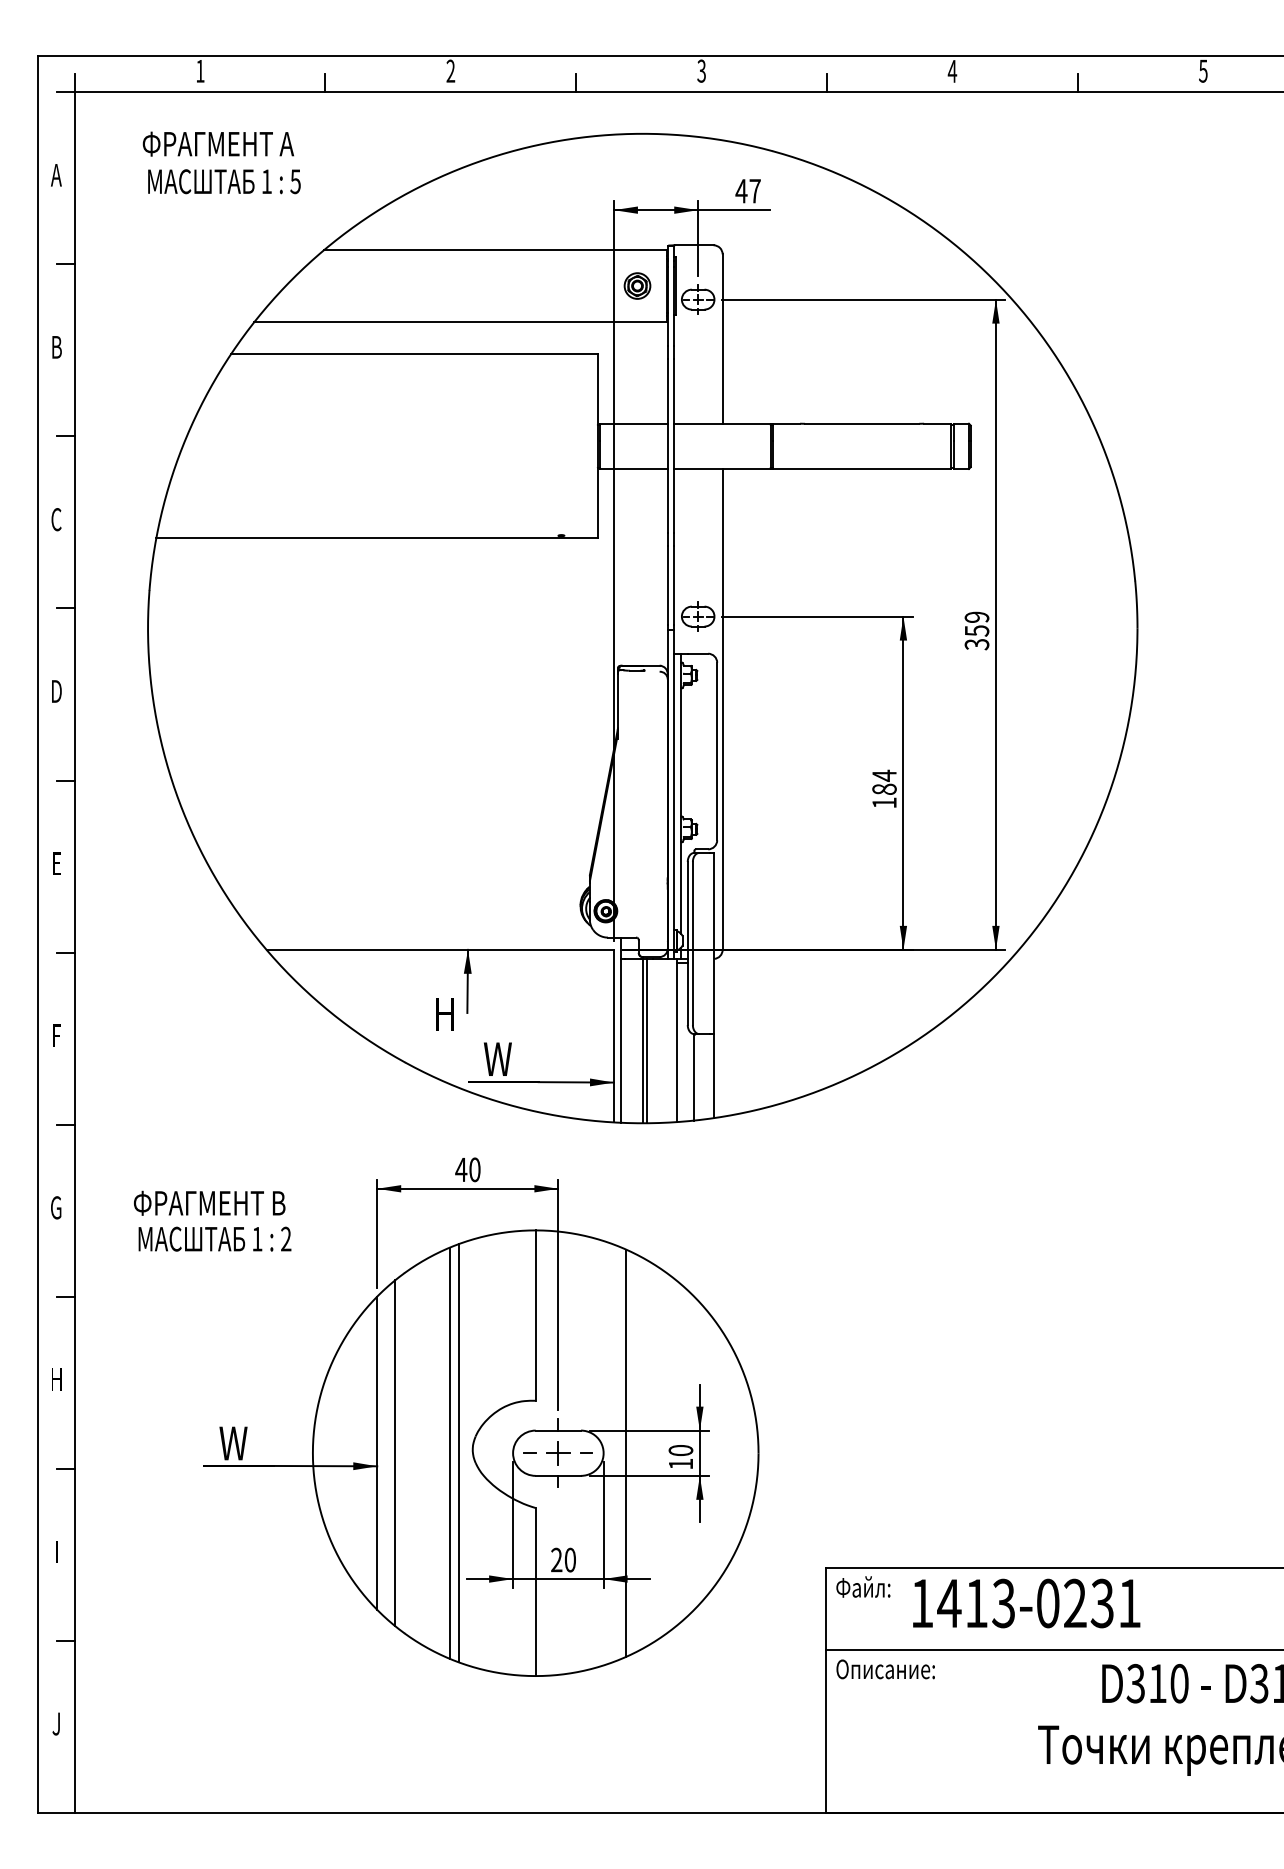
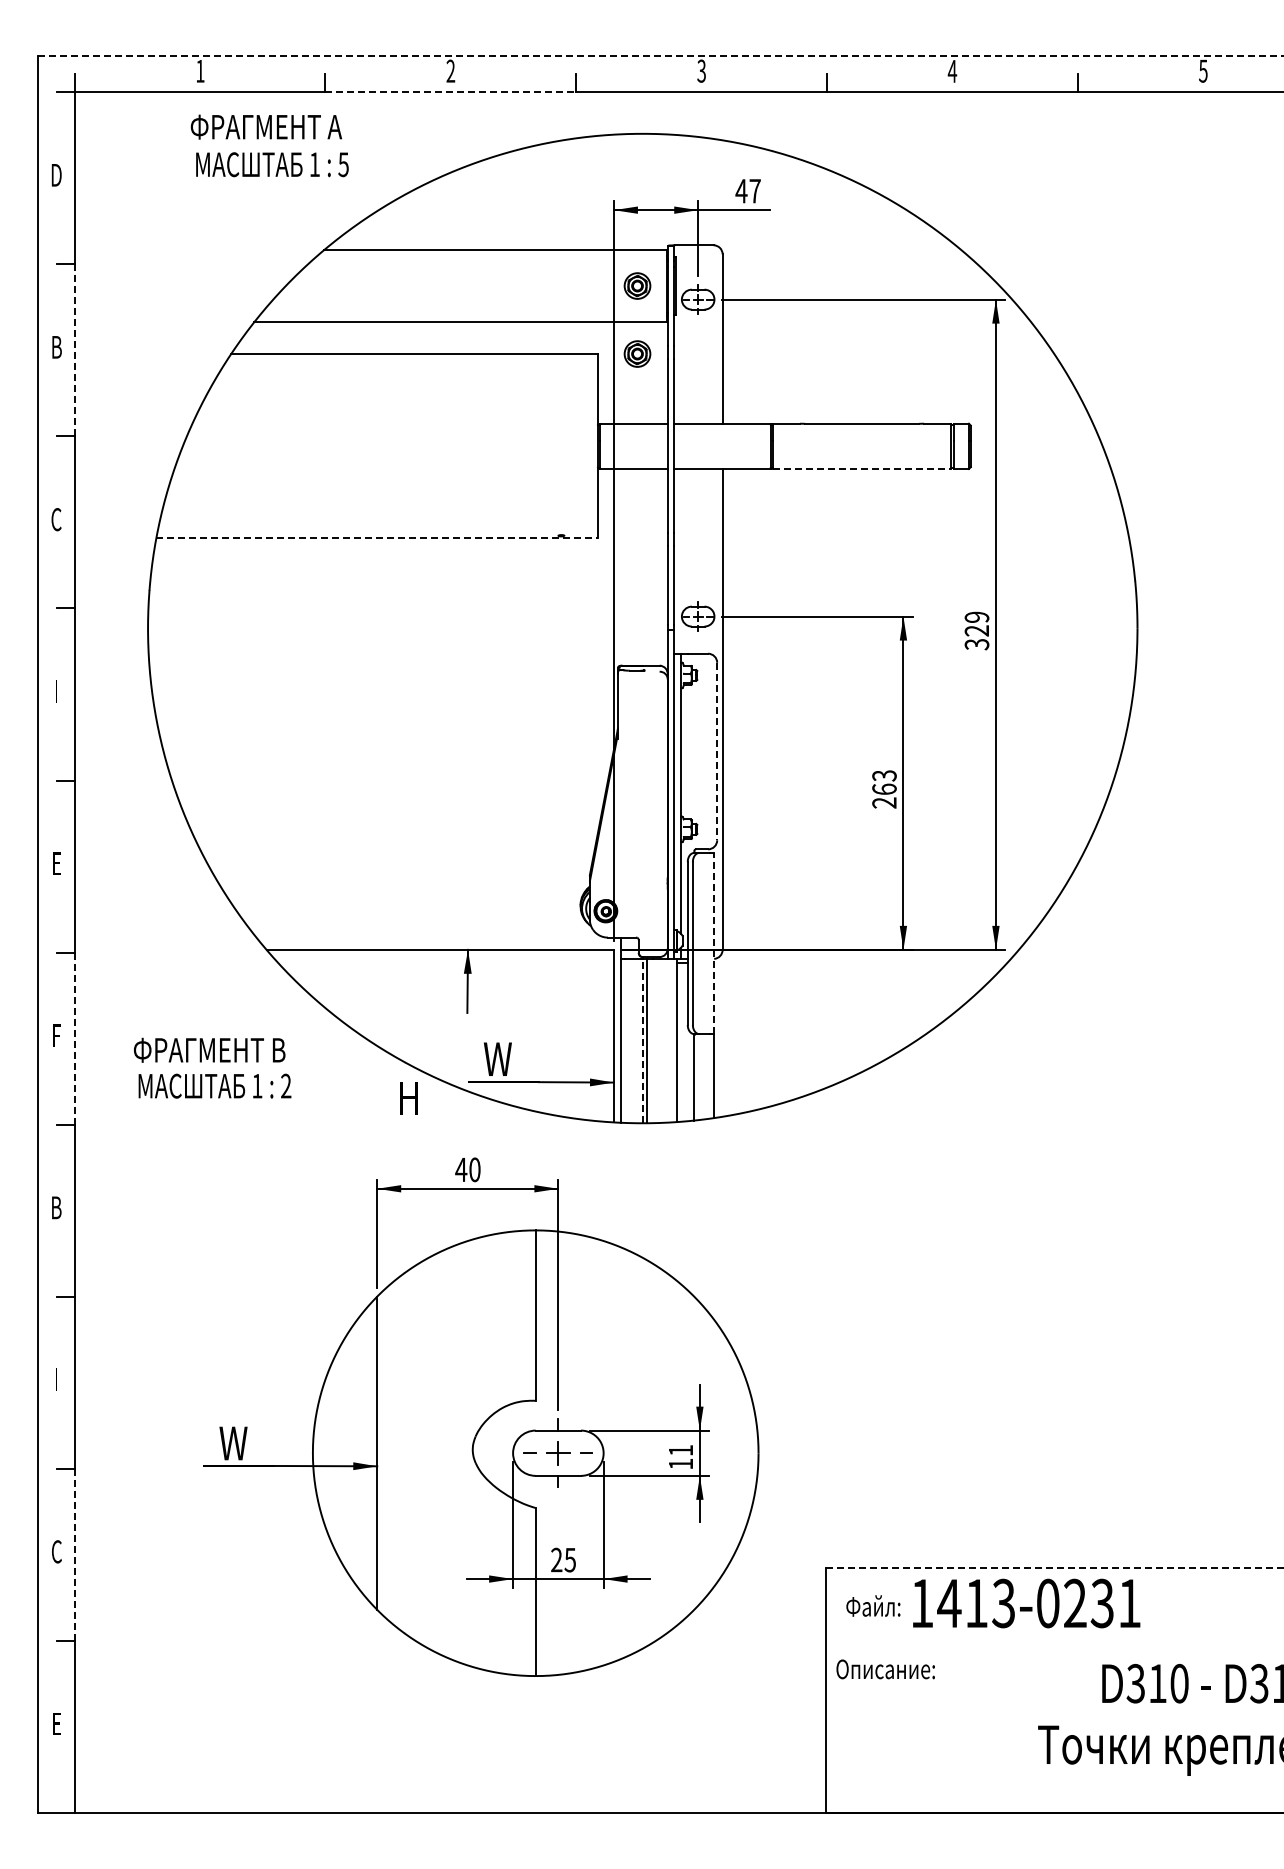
line at (661, 56): solid -> dashed
line at (451, 92): solid -> dashed
text at (221, 162) position: (221, 162) -> (269, 145)
text at (56, 175): A -> D
line at (74, 350): solid -> dashed
part at (637, 353): none -> present
line at (862, 468): solid -> dashed
line at (377, 538): solid -> dashed
text at (976, 630): 359 -> 329
text at (56, 691): D -> I
line at (717, 751): solid -> dashed
text at (884, 788): 184 -> 263
line at (714, 943): solid -> dashed
text at (444, 1014) position: (444, 1014) -> (408, 1098)
line at (74, 1039): solid -> dashed
line at (642, 1040): solid -> dashed
text at (56, 1207): G -> B
text at (212, 1220) position: (212, 1220) -> (212, 1067)
text at (56, 1379): H -> I
text at (680, 1450): 10 -> 11
line at (449, 1452): present -> none
line at (626, 1452): present -> none
line at (395, 1453): present -> none
line at (458, 1453): present -> none
text at (56, 1551): I -> C
line at (74, 1555): solid -> dashed
text at (569, 1559): 20 -> 25
line at (1055, 1568): solid -> dashed
text at (863, 1586) position: (863, 1586) -> (873, 1605)
line at (1053, 1649): present -> none
text at (56, 1723): J -> E
